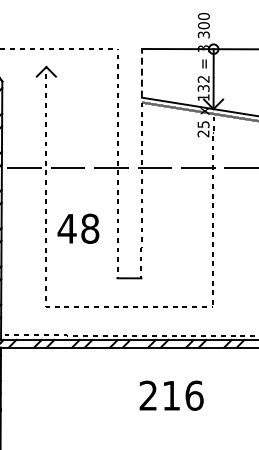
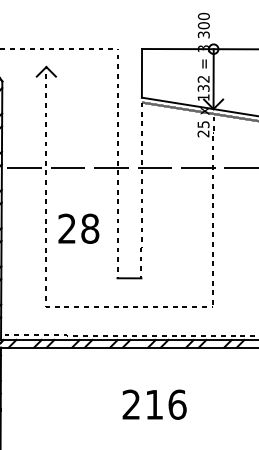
line at (141, 72): dashed -> solid
text at (66, 228): 48 -> 28
text at (171, 395) position: (171, 395) -> (154, 404)
